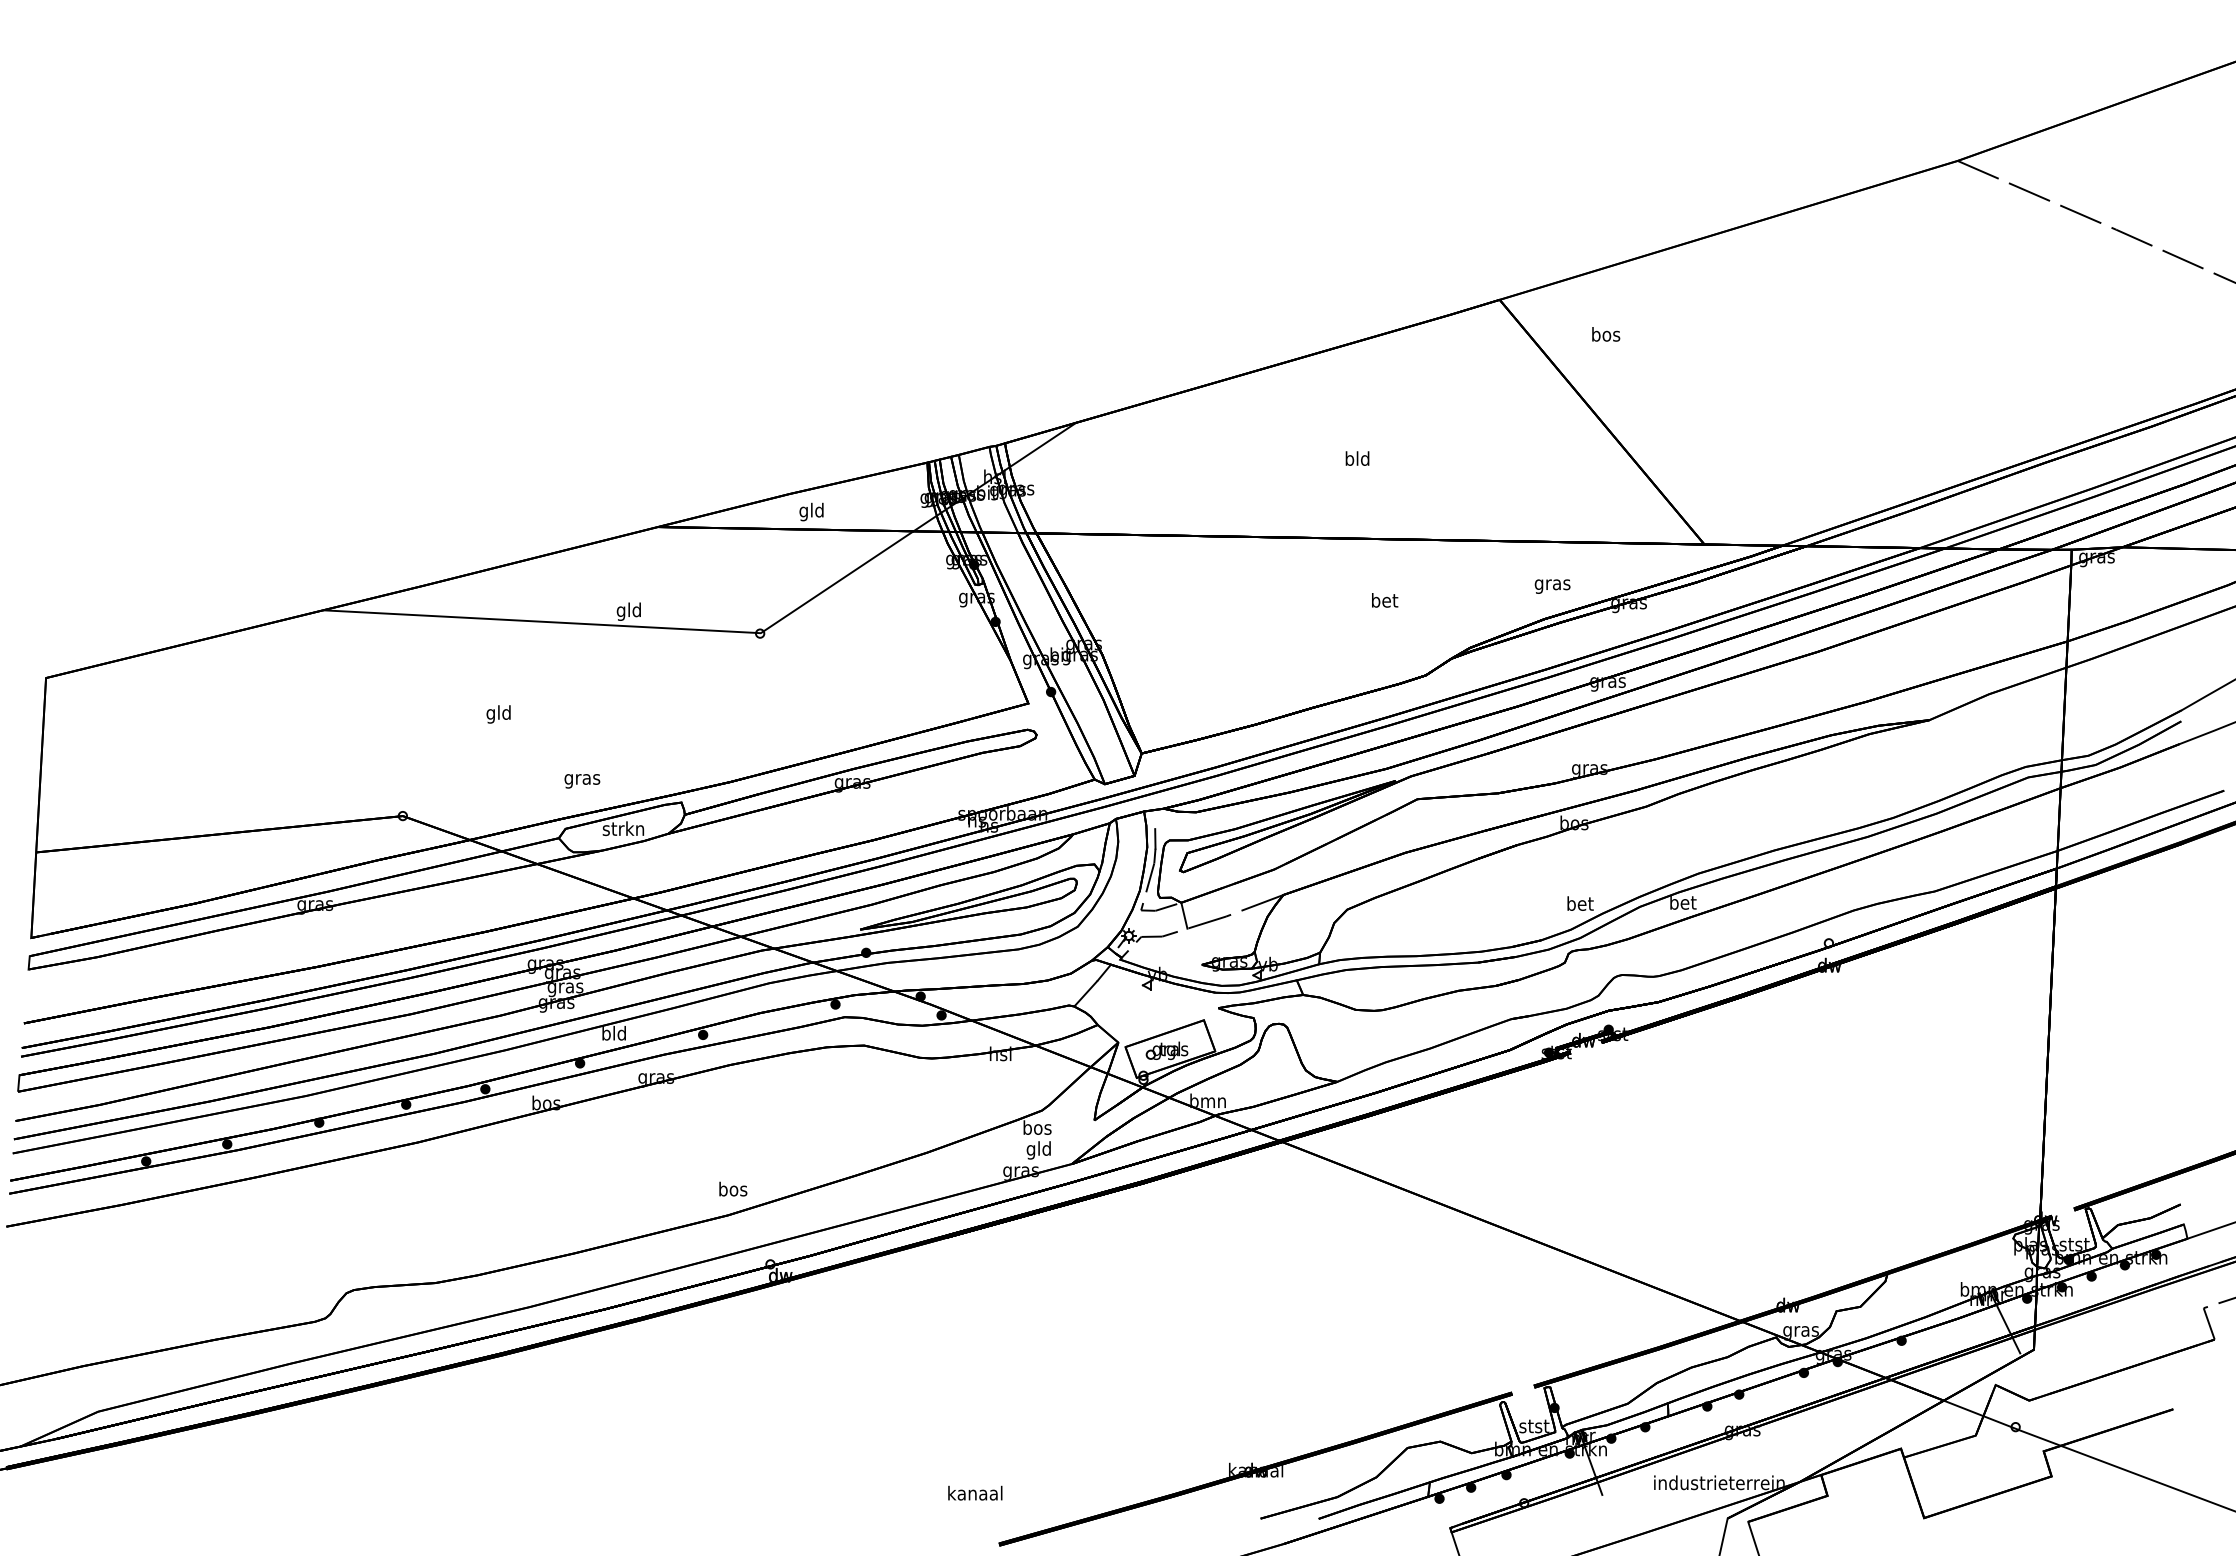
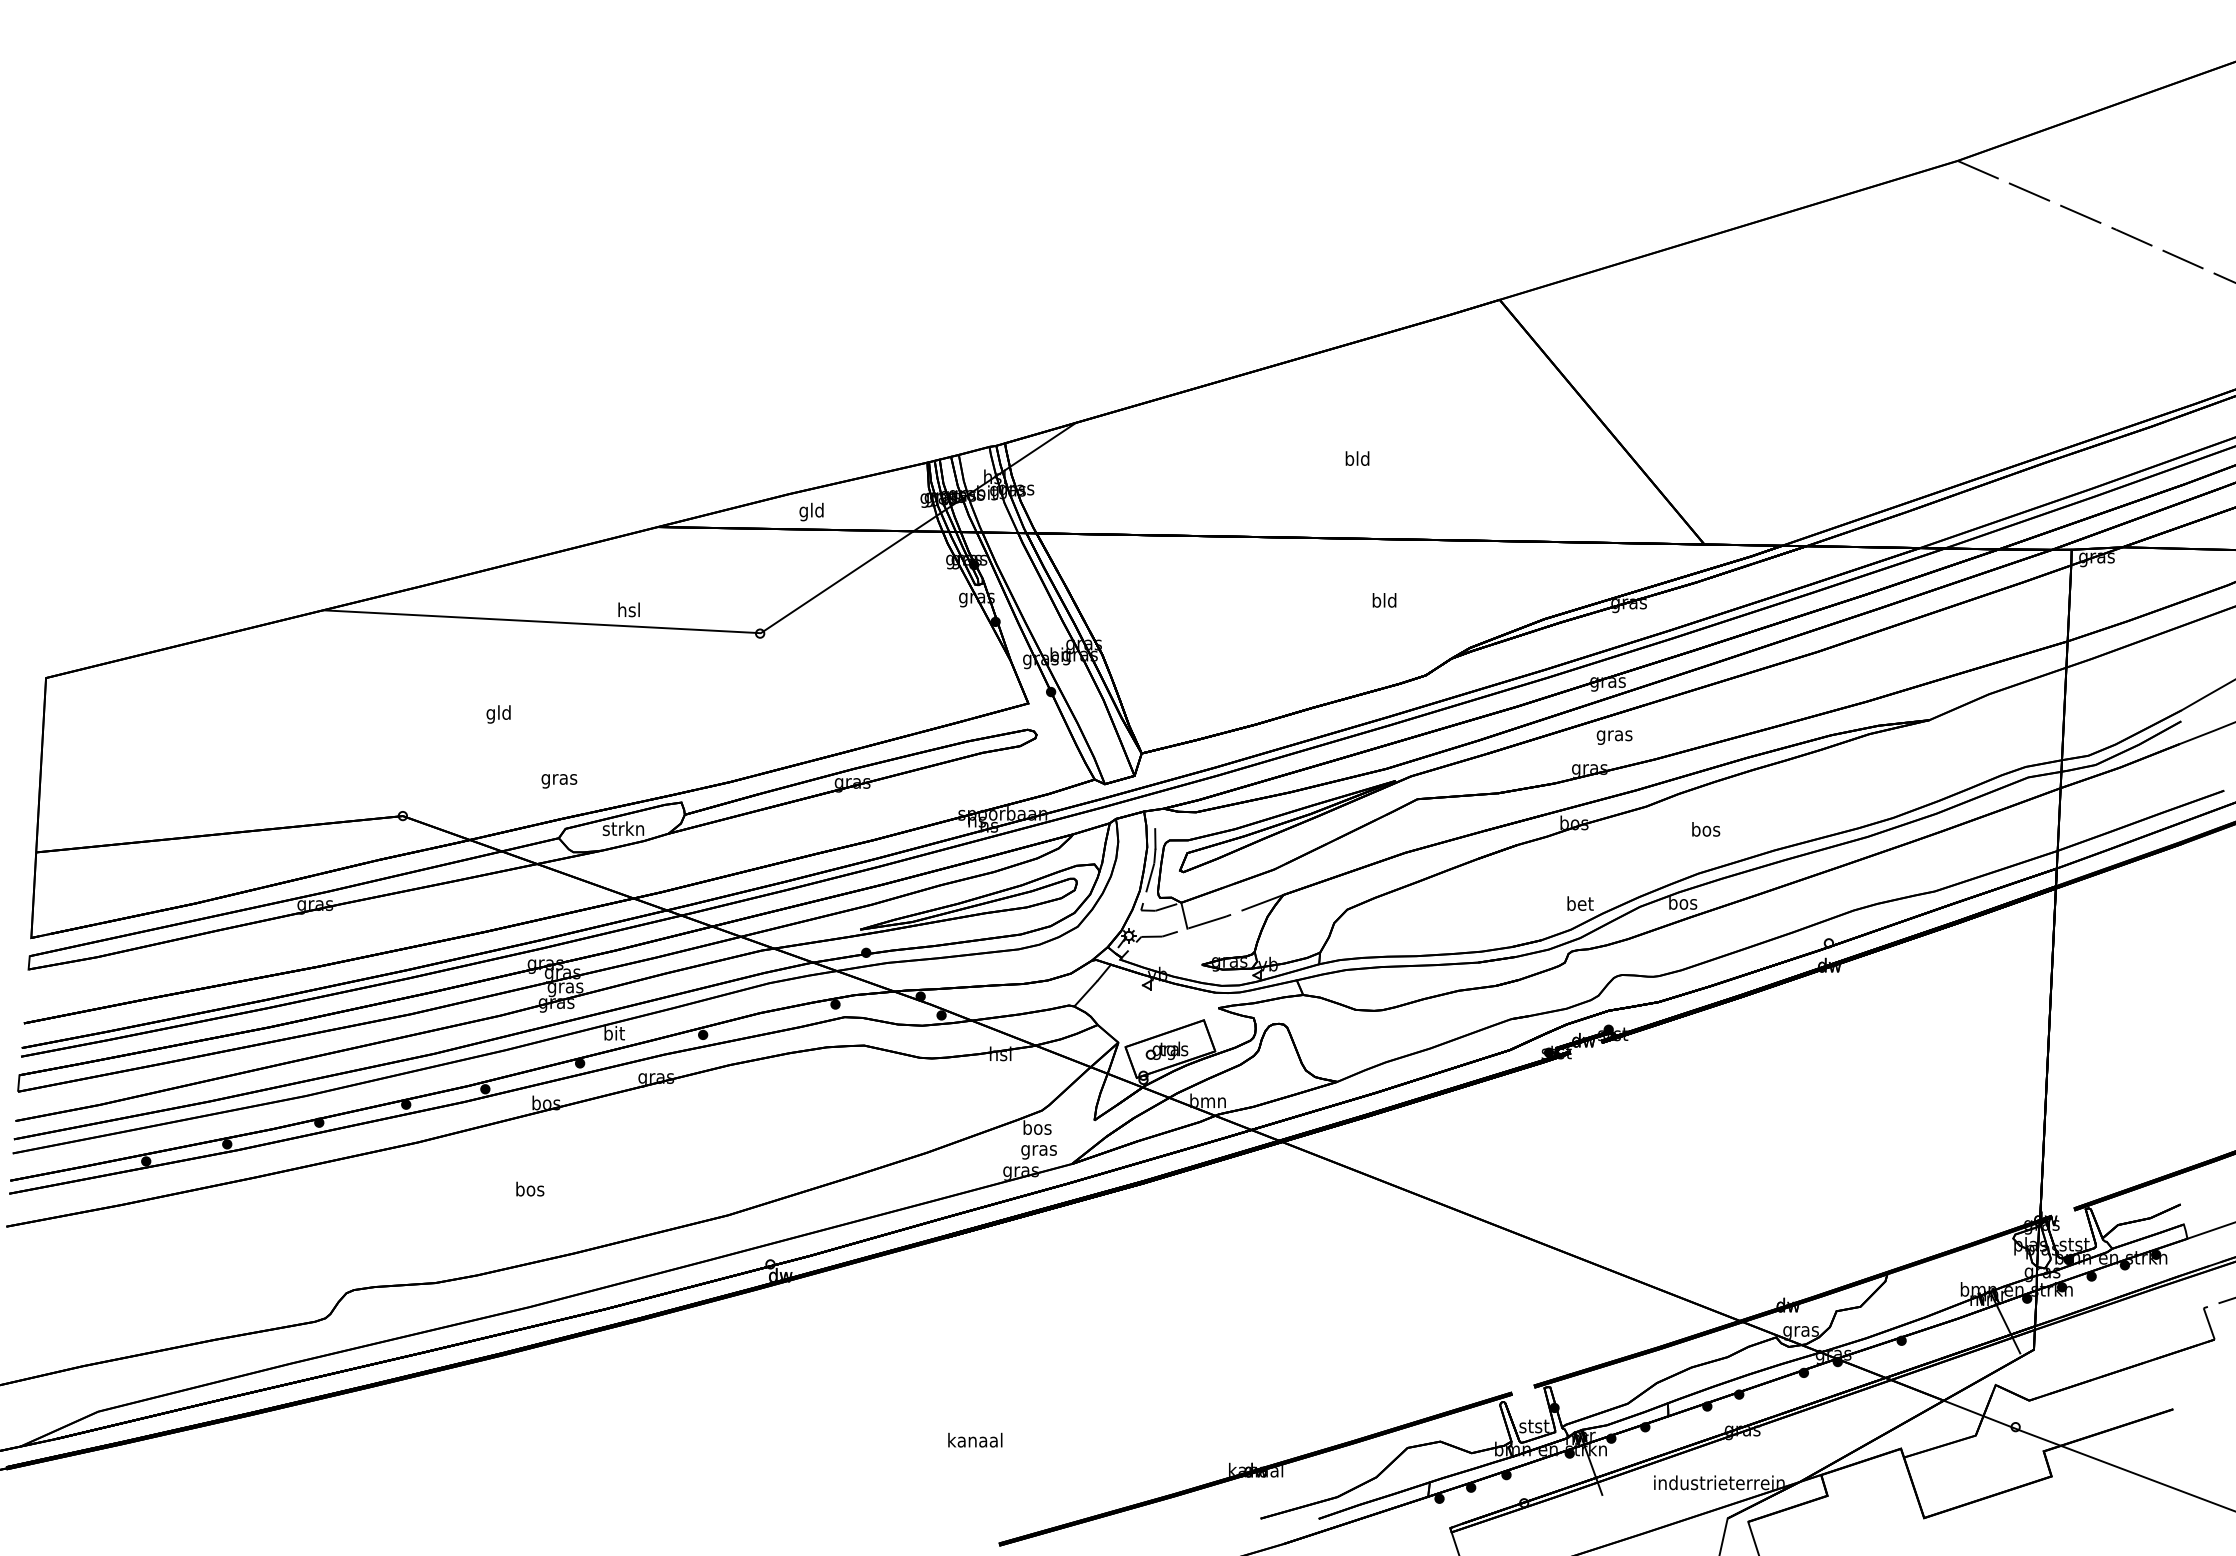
text at (1606, 334) position: (1606, 334) -> (1706, 829)
text at (1552, 586) position: (1552, 586) -> (1614, 737)
text at (1385, 600): bet -> bld
text at (628, 611): gld -> hsl
text at (582, 781) position: (582, 781) -> (559, 781)
text at (1683, 902): bet -> bos
text at (613, 1032): bld -> bit
text at (1038, 1150): gld -> gras
text at (733, 1188) position: (733, 1188) -> (530, 1188)
text at (975, 1492) position: (975, 1492) -> (975, 1439)
